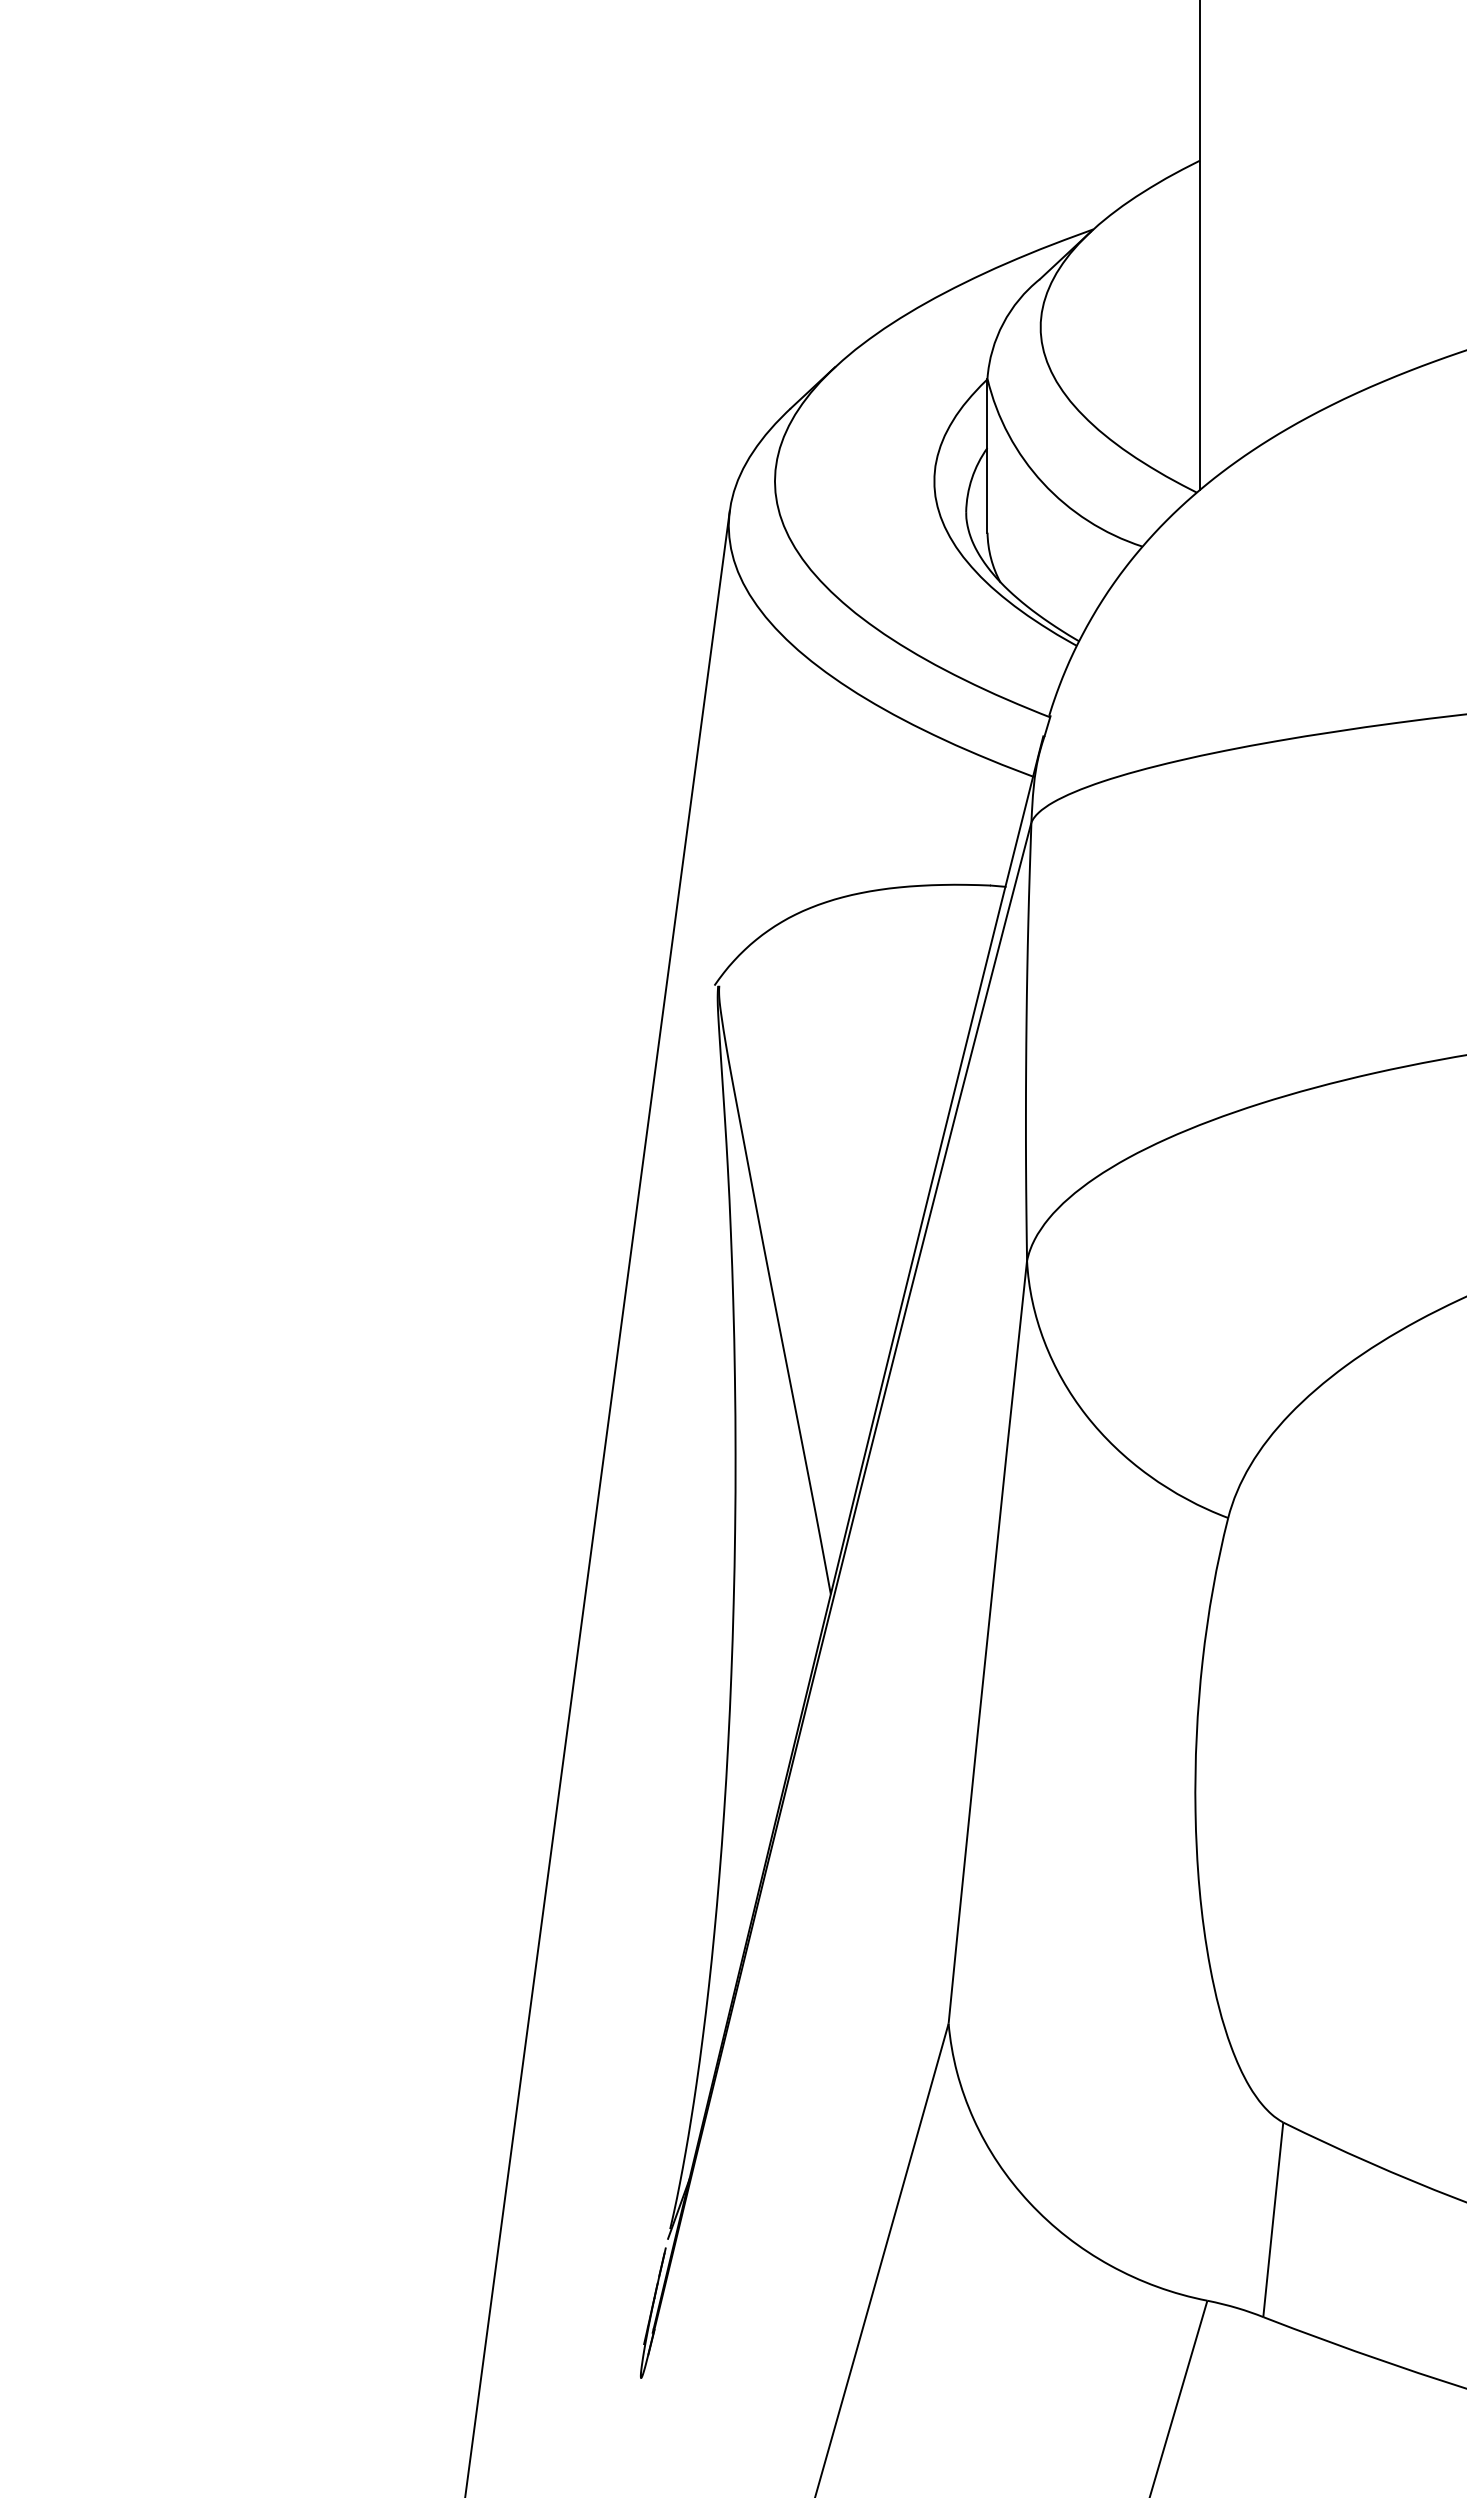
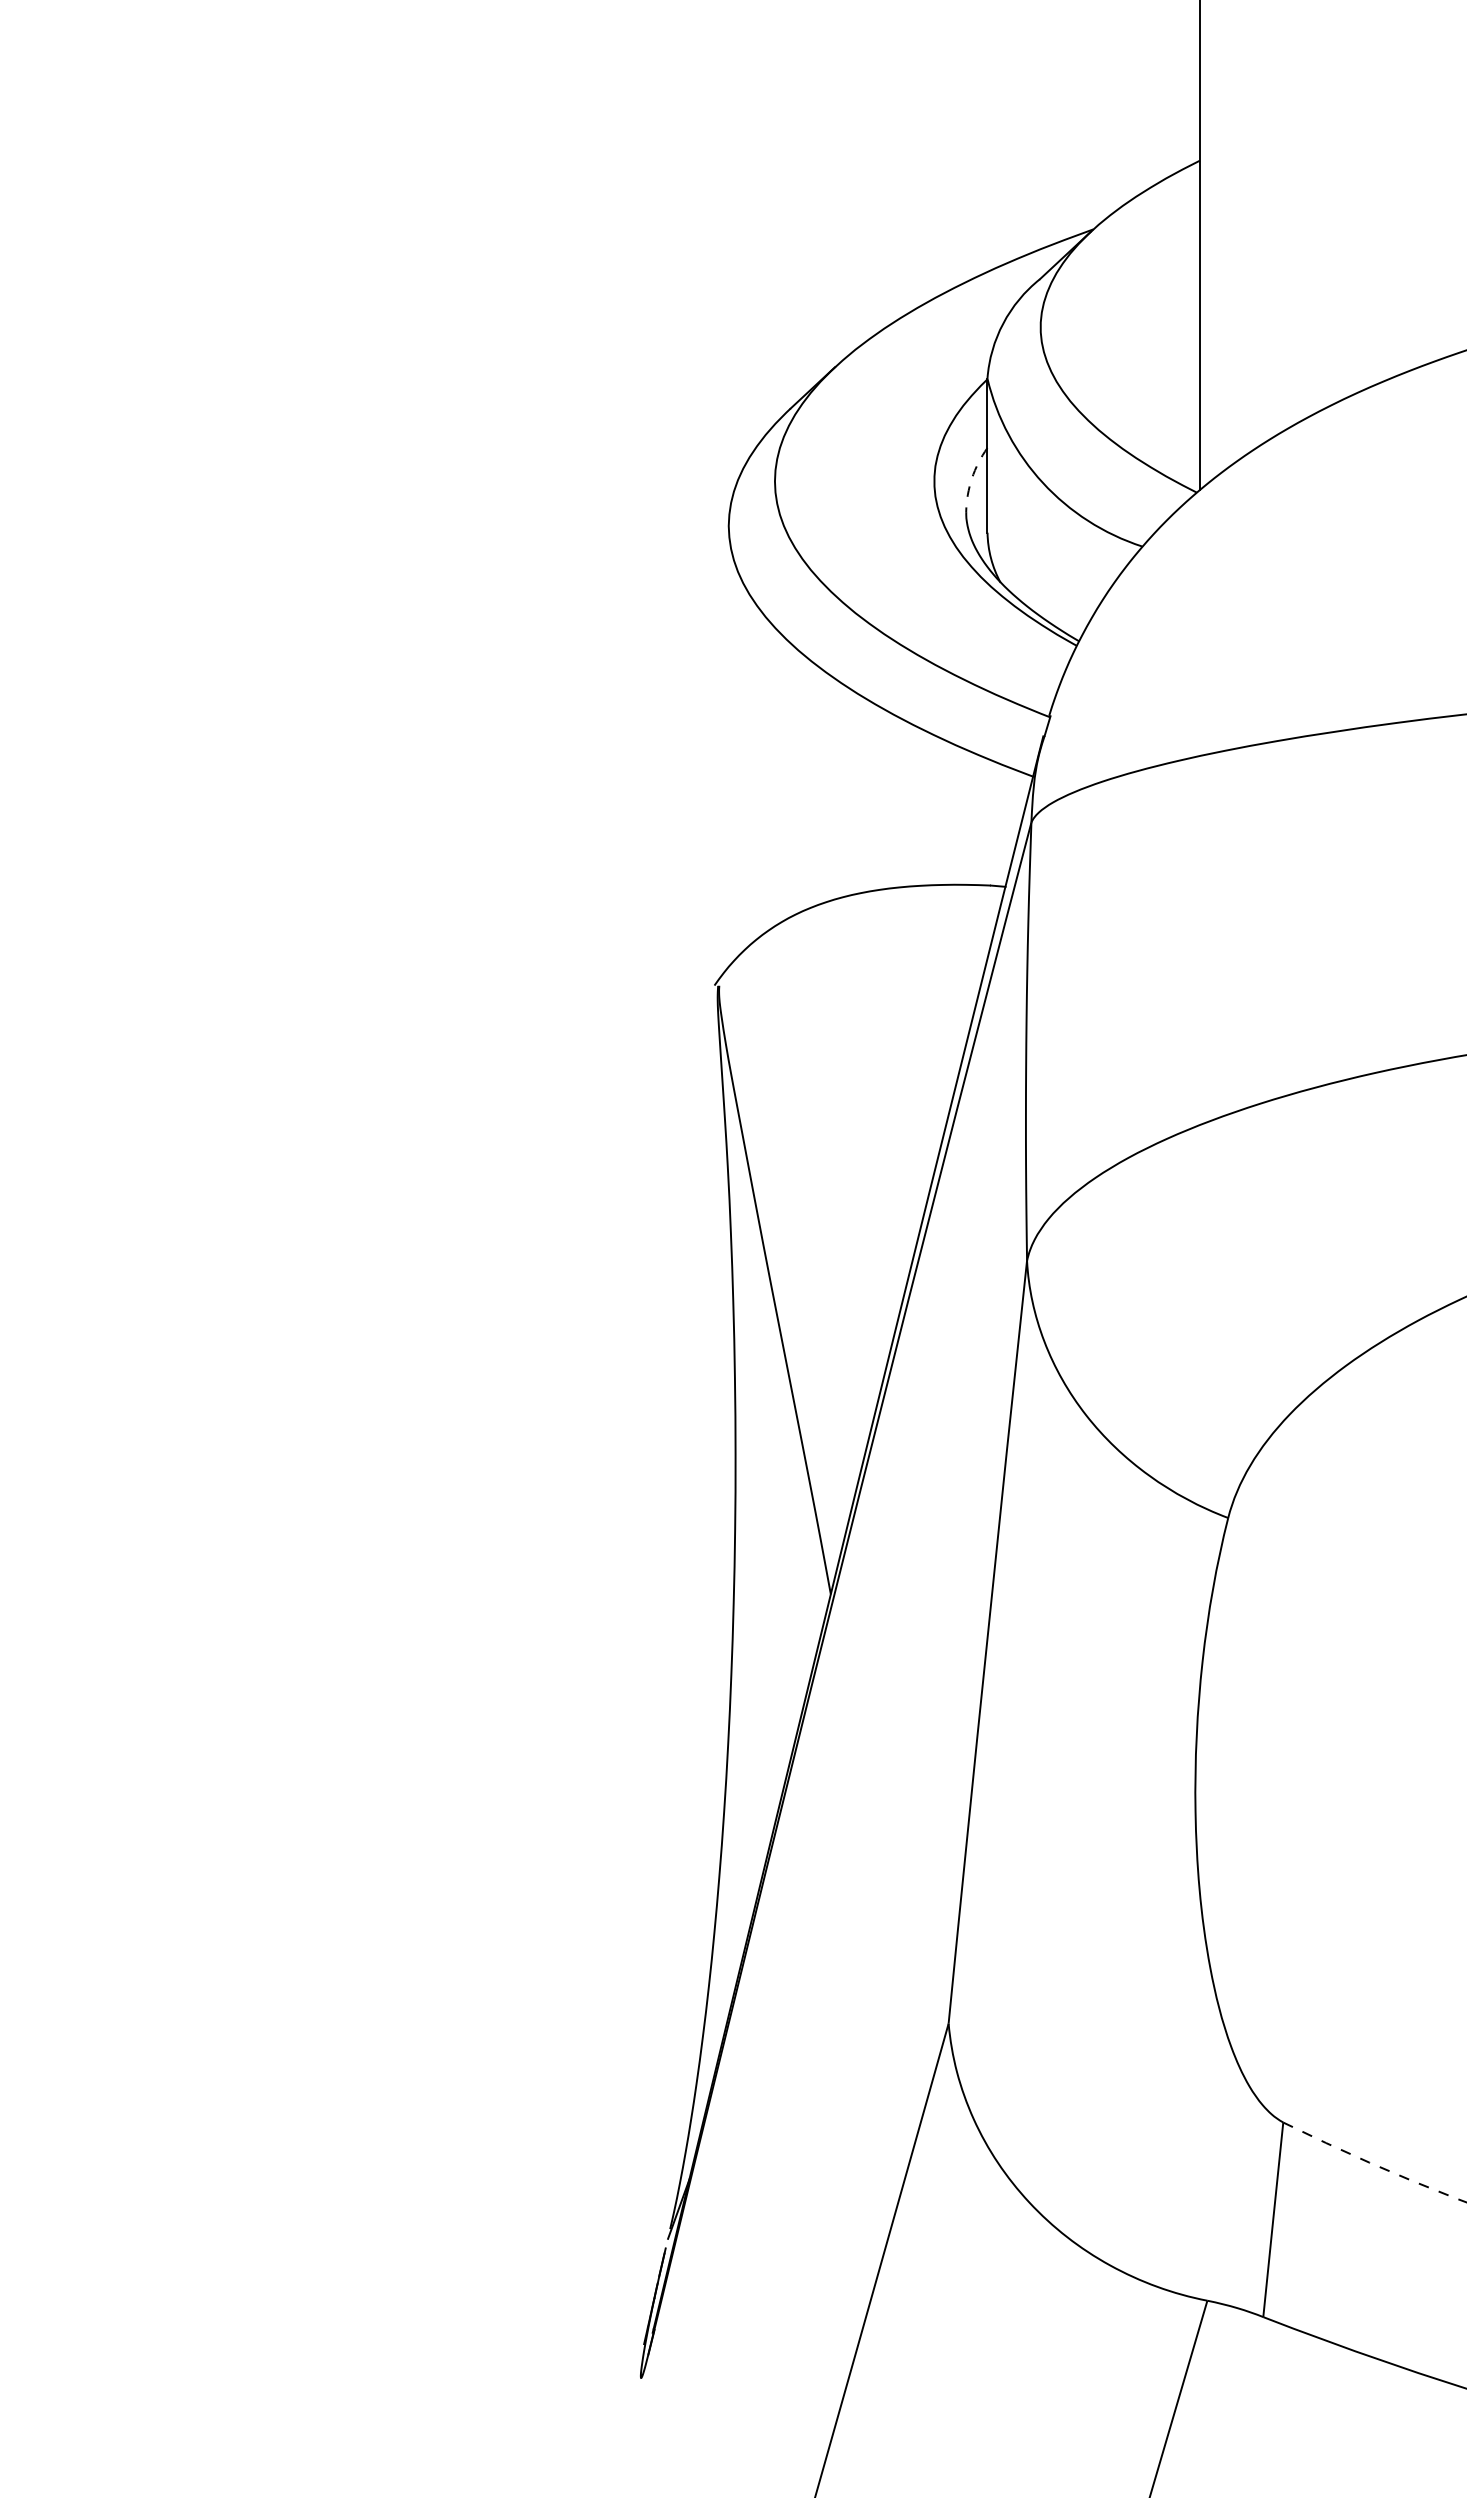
arc at (971, 478): solid -> dashed
line at (597, 1502): present -> none
arc at (1374, 2164): solid -> dashed
